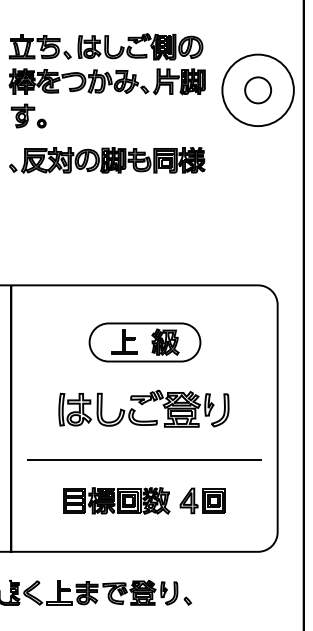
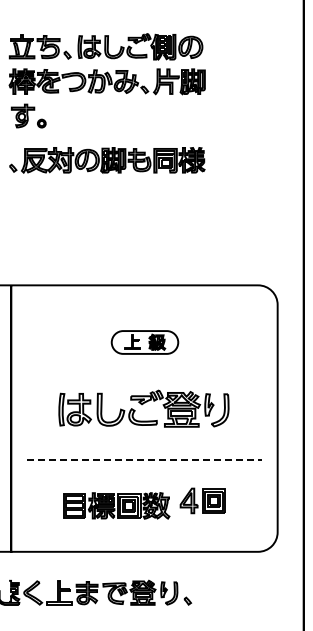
part at (257, 89): present -> none
part at (144, 342) size: 114x41 px -> 70x25 px
line at (144, 459): solid -> dashed
part at (116, 500) position: (116, 500) -> (116, 505)
